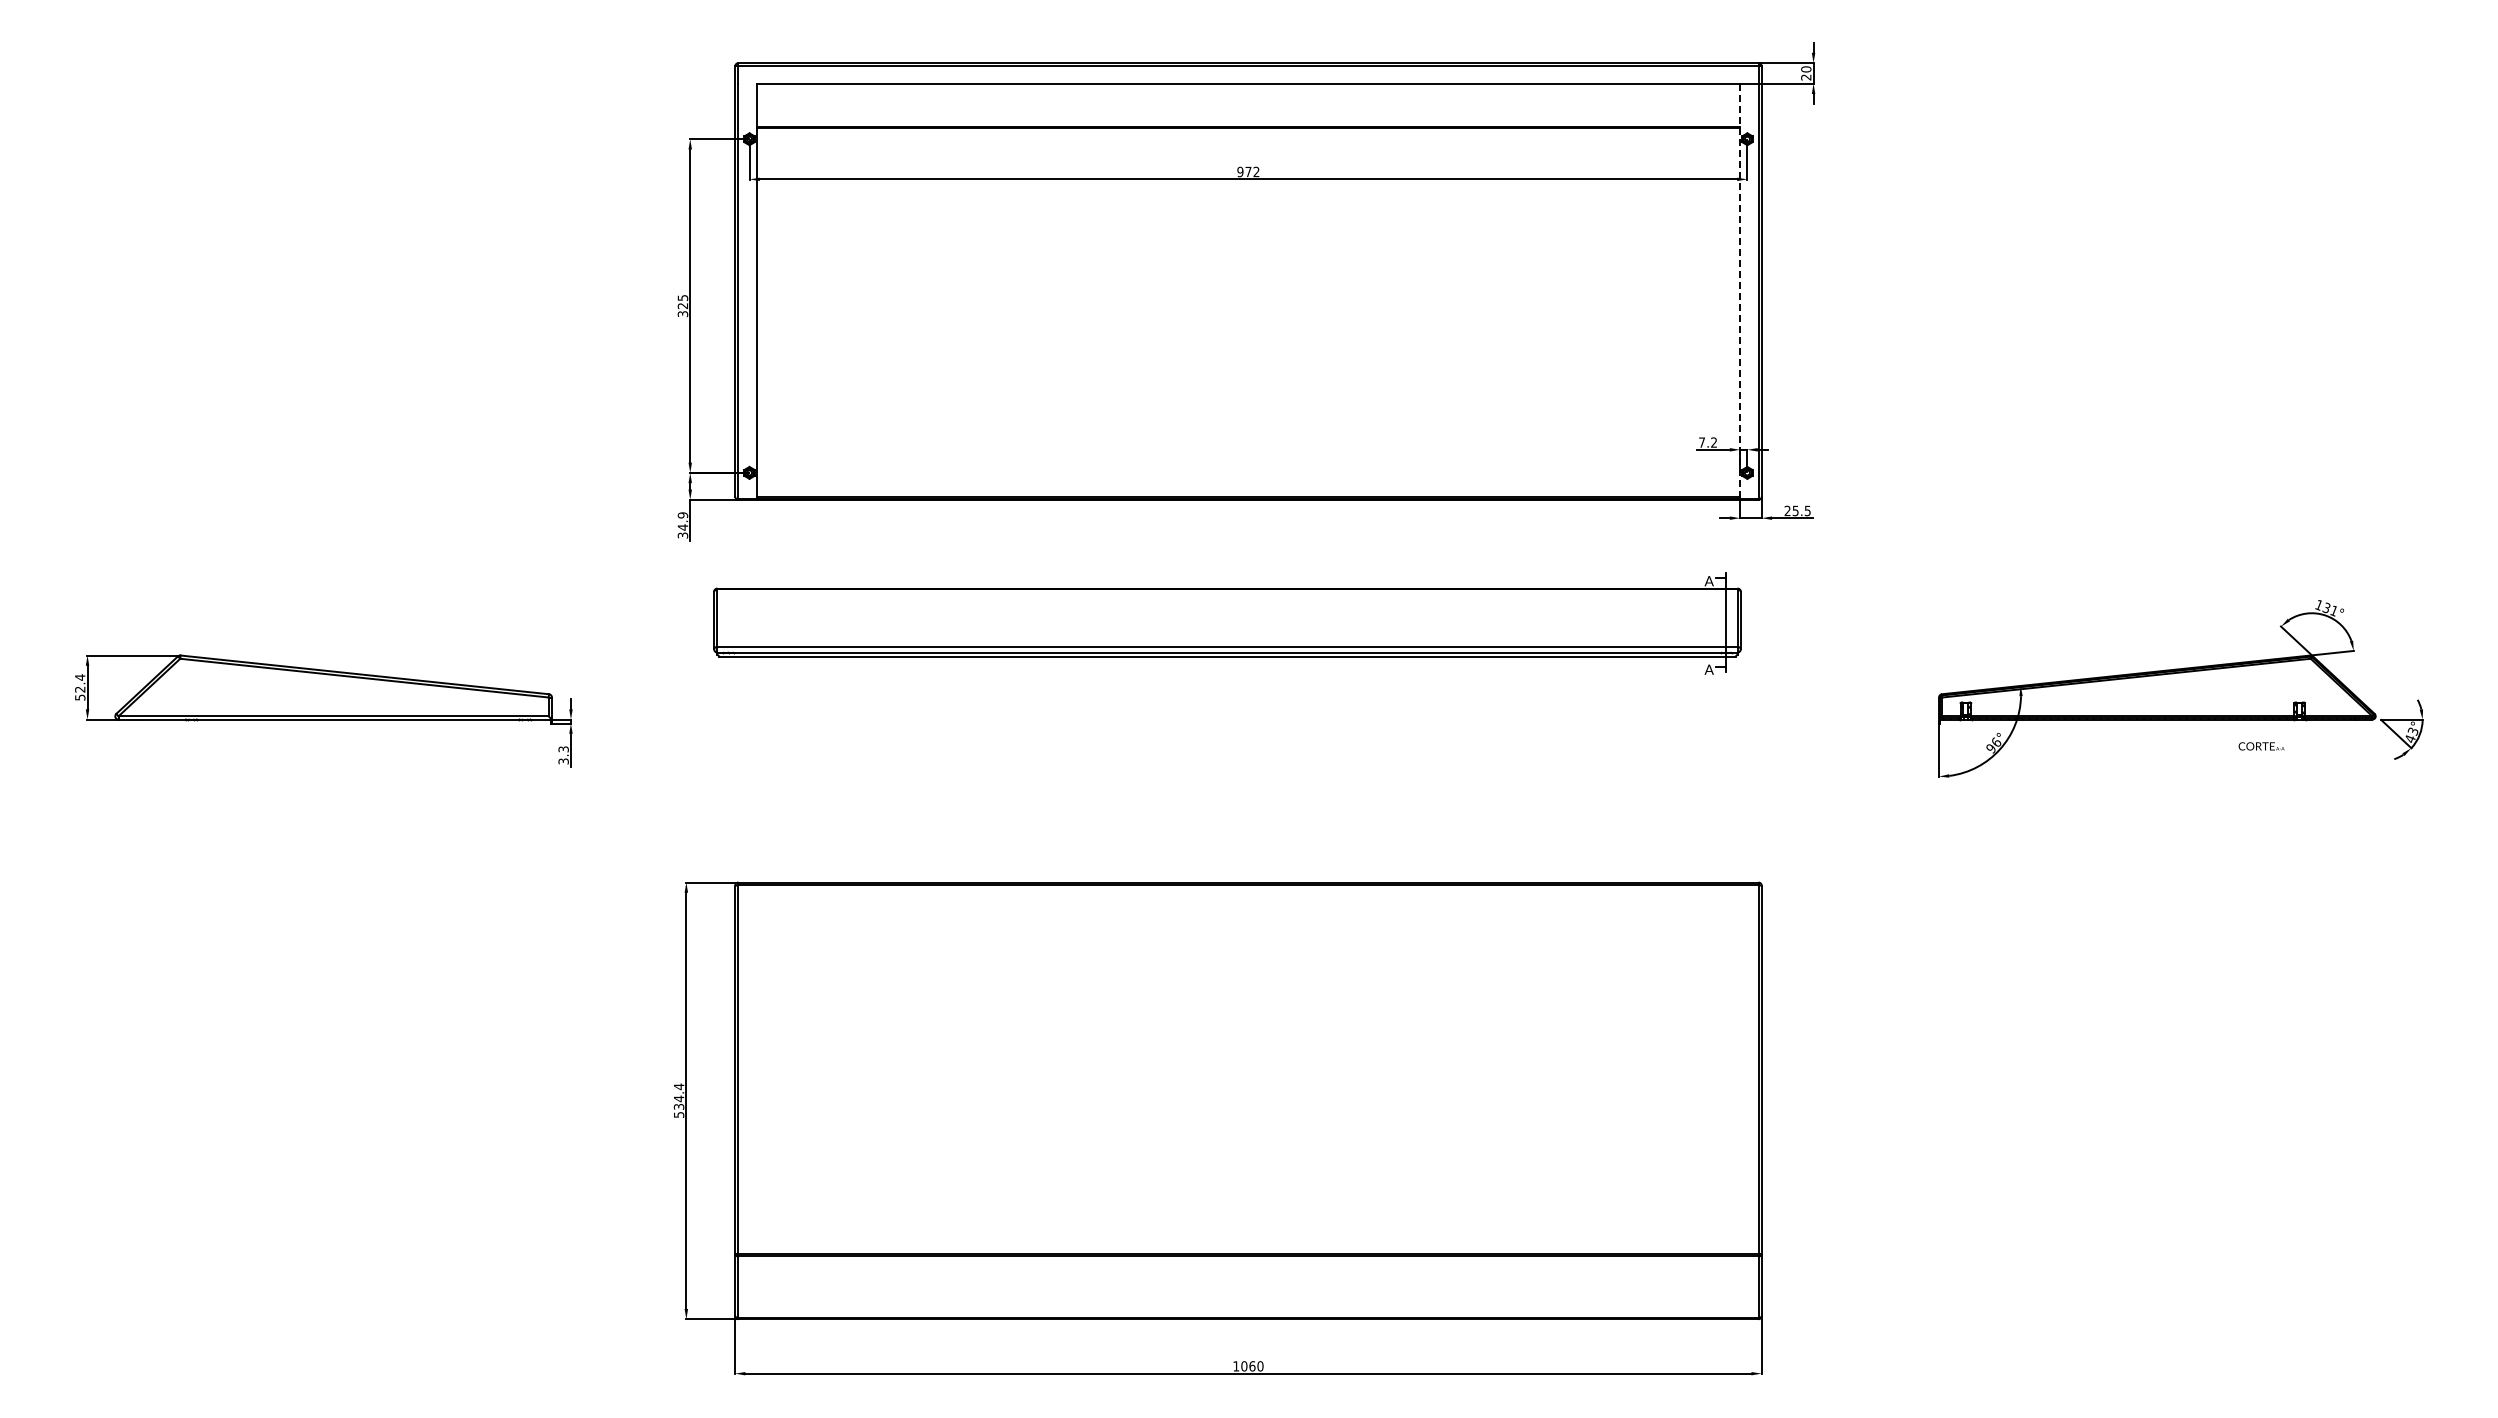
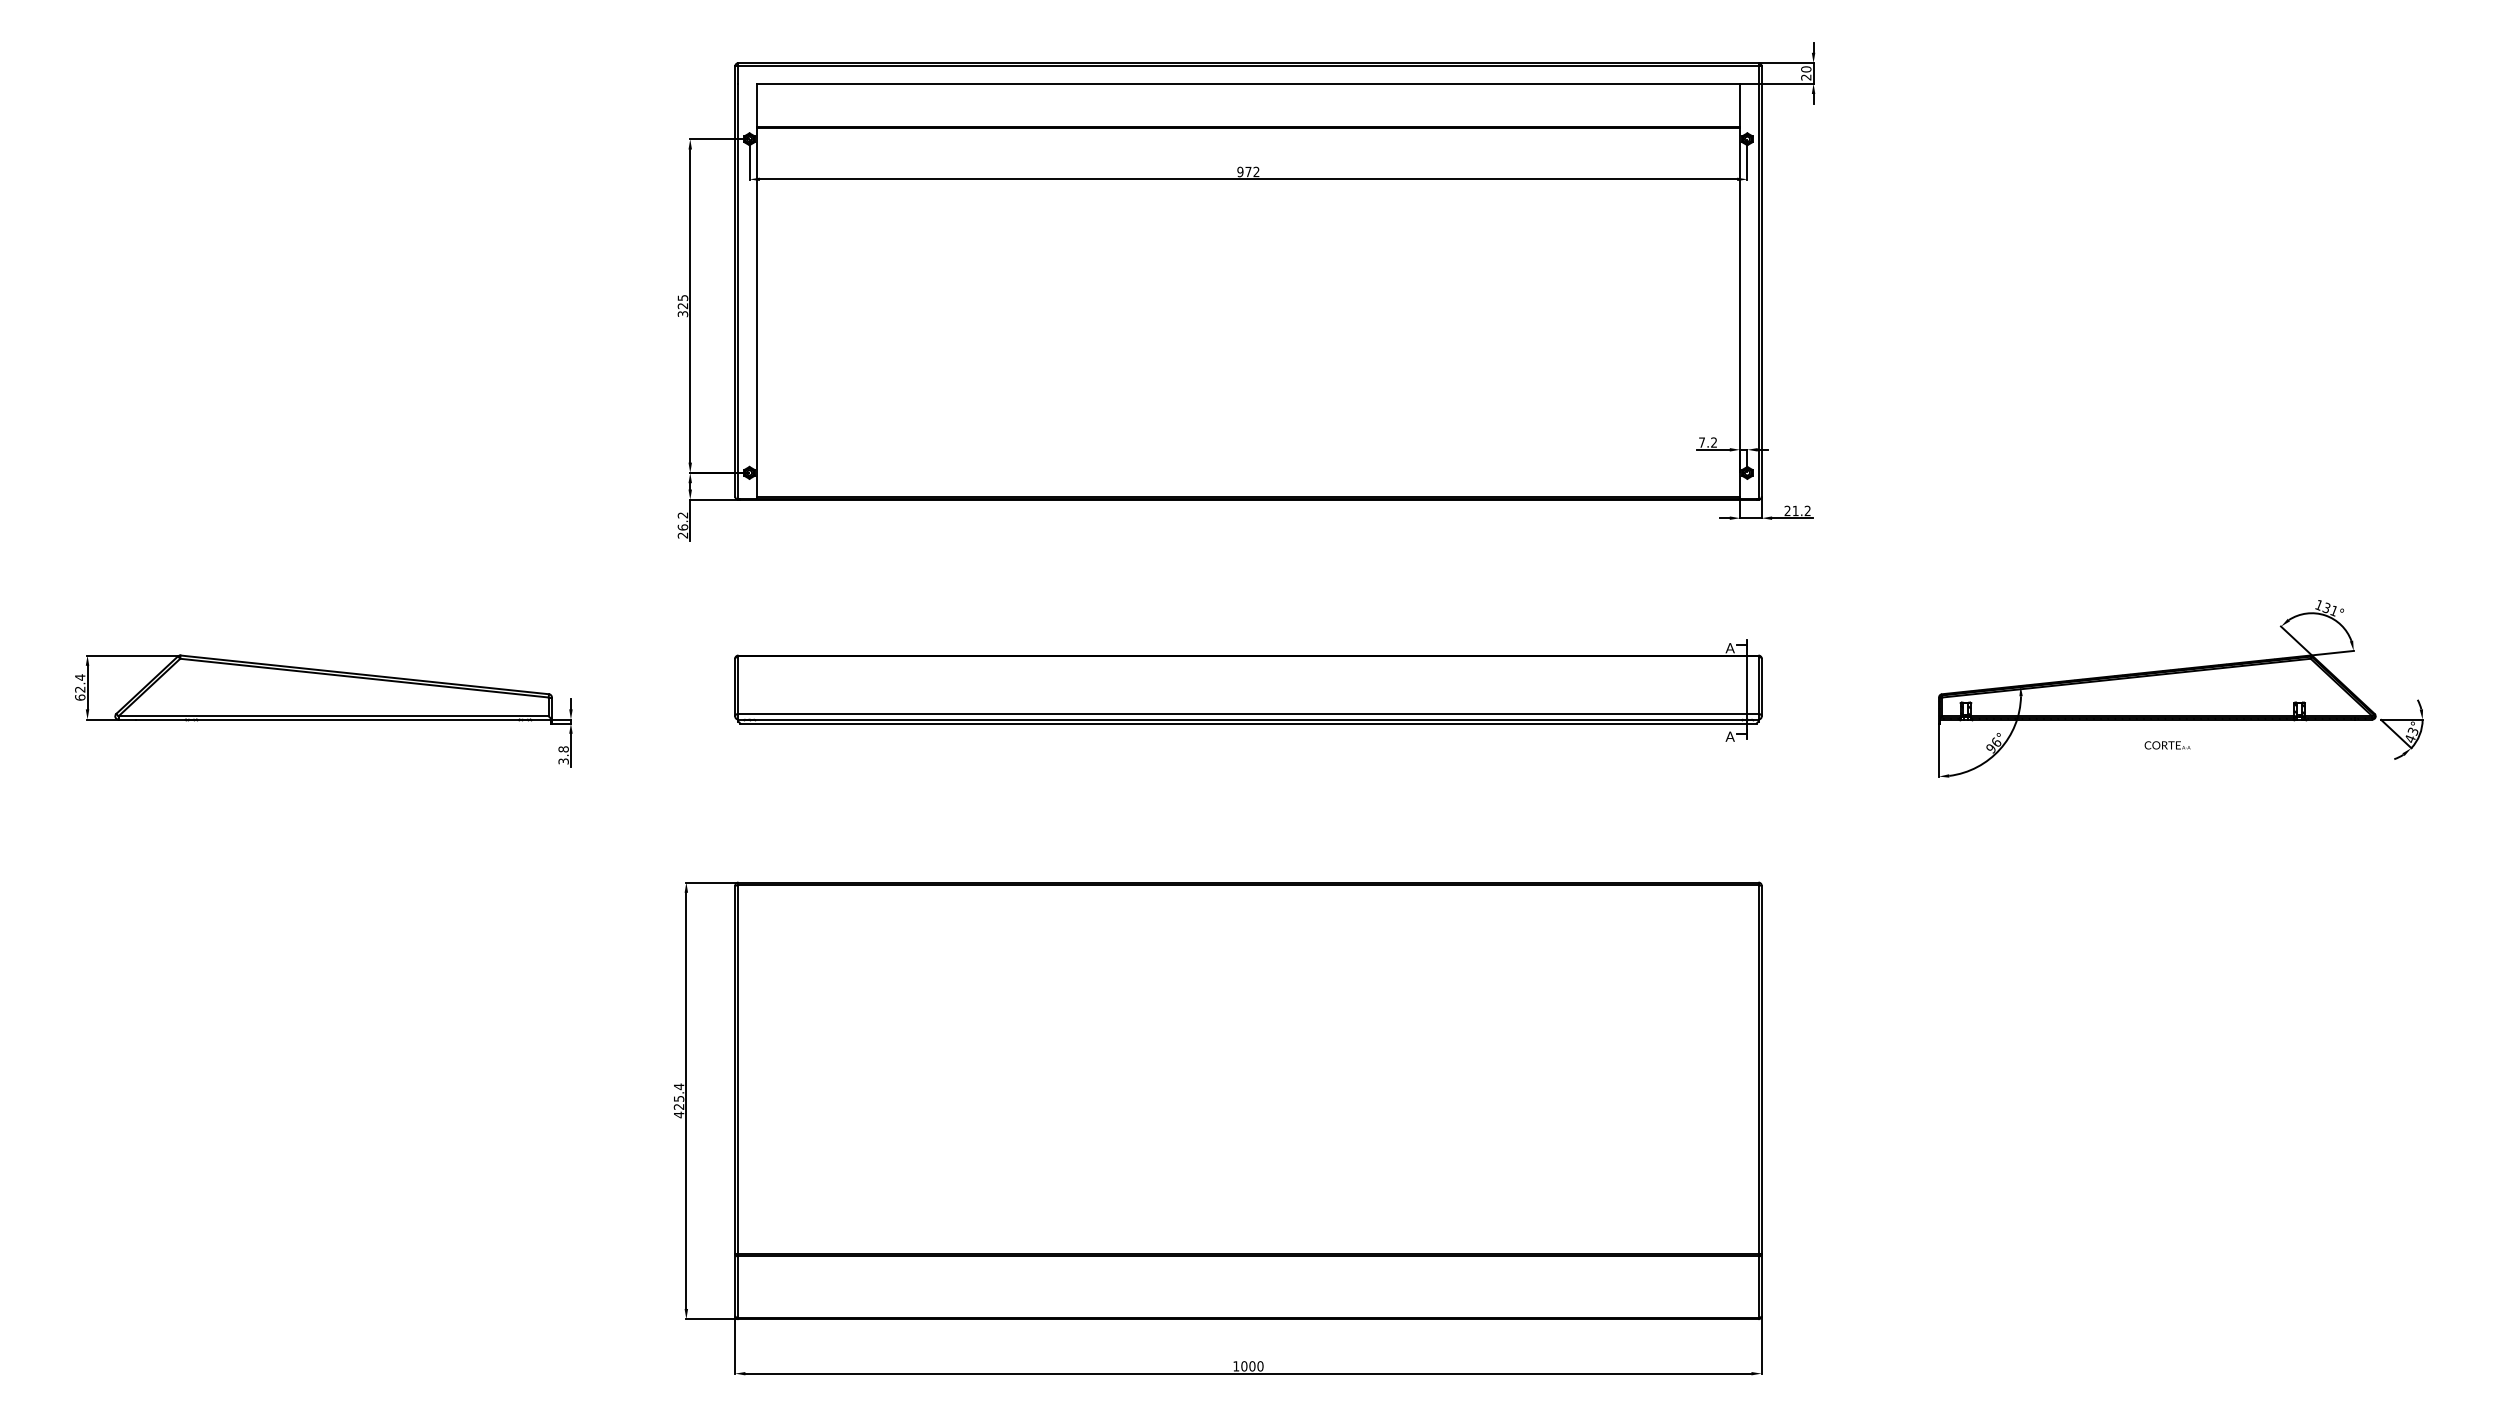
line at (1740, 291): dashed -> solid
text at (1801, 510): 25.5 -> 21.2
text at (682, 525): 34.9 -> 26.2
part at (1227, 623) position: (1227, 623) -> (1248, 690)
text at (80, 697): 52.4 -> 62.4
text at (2261, 746) position: (2261, 746) -> (2167, 745)
text at (563, 749): 3.3 -> 3.8
text at (679, 1106): 534.4 -> 425.4
text at (1252, 1366): 1060 -> 1000
